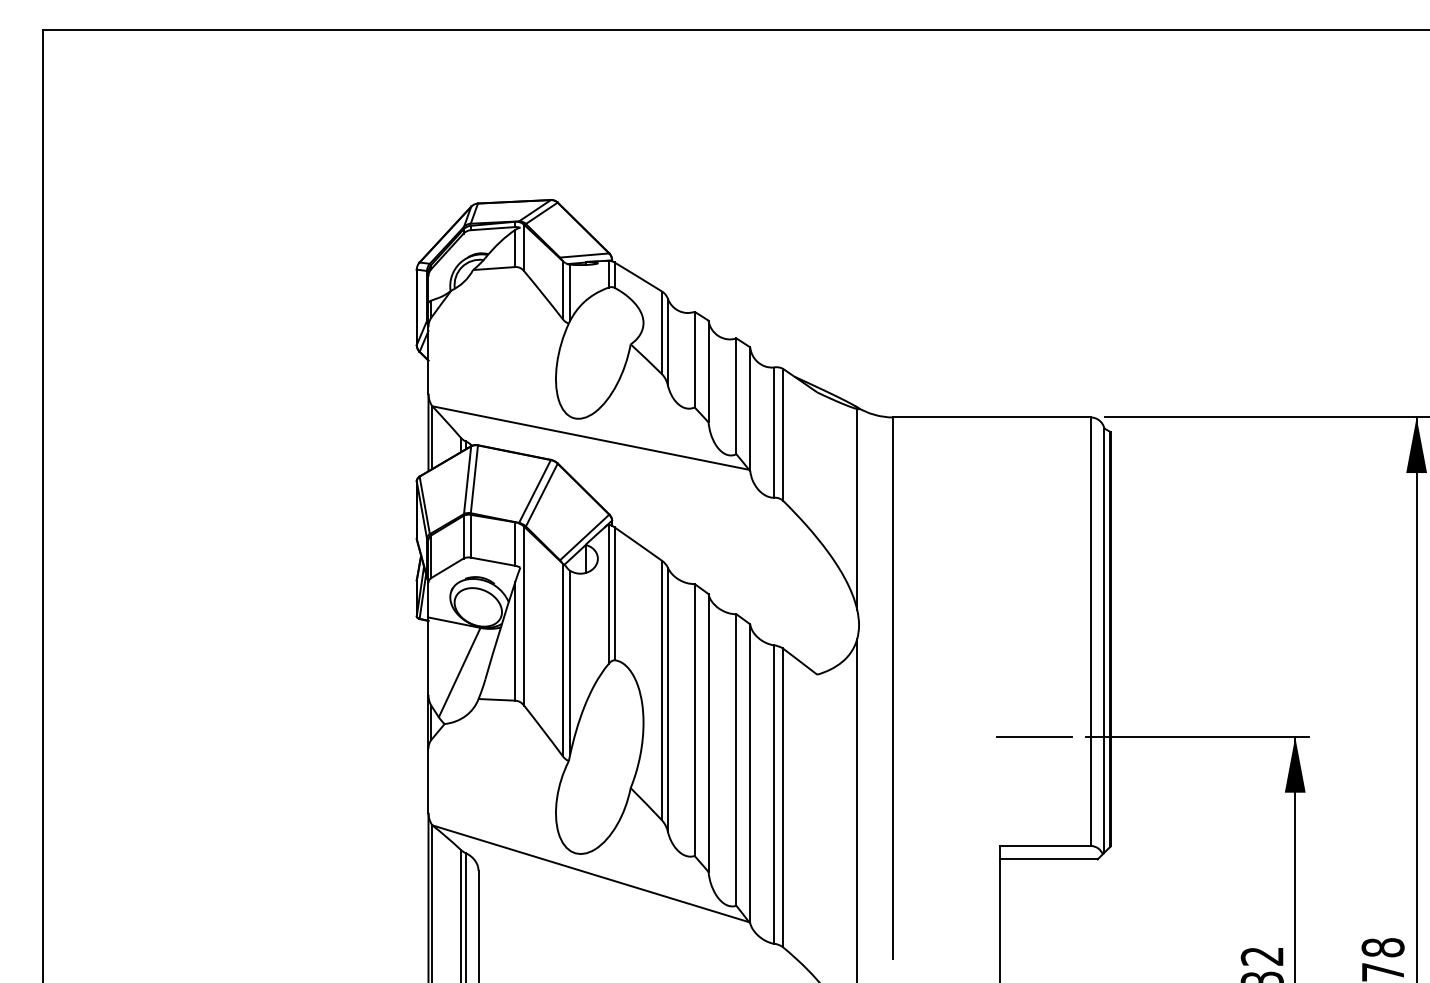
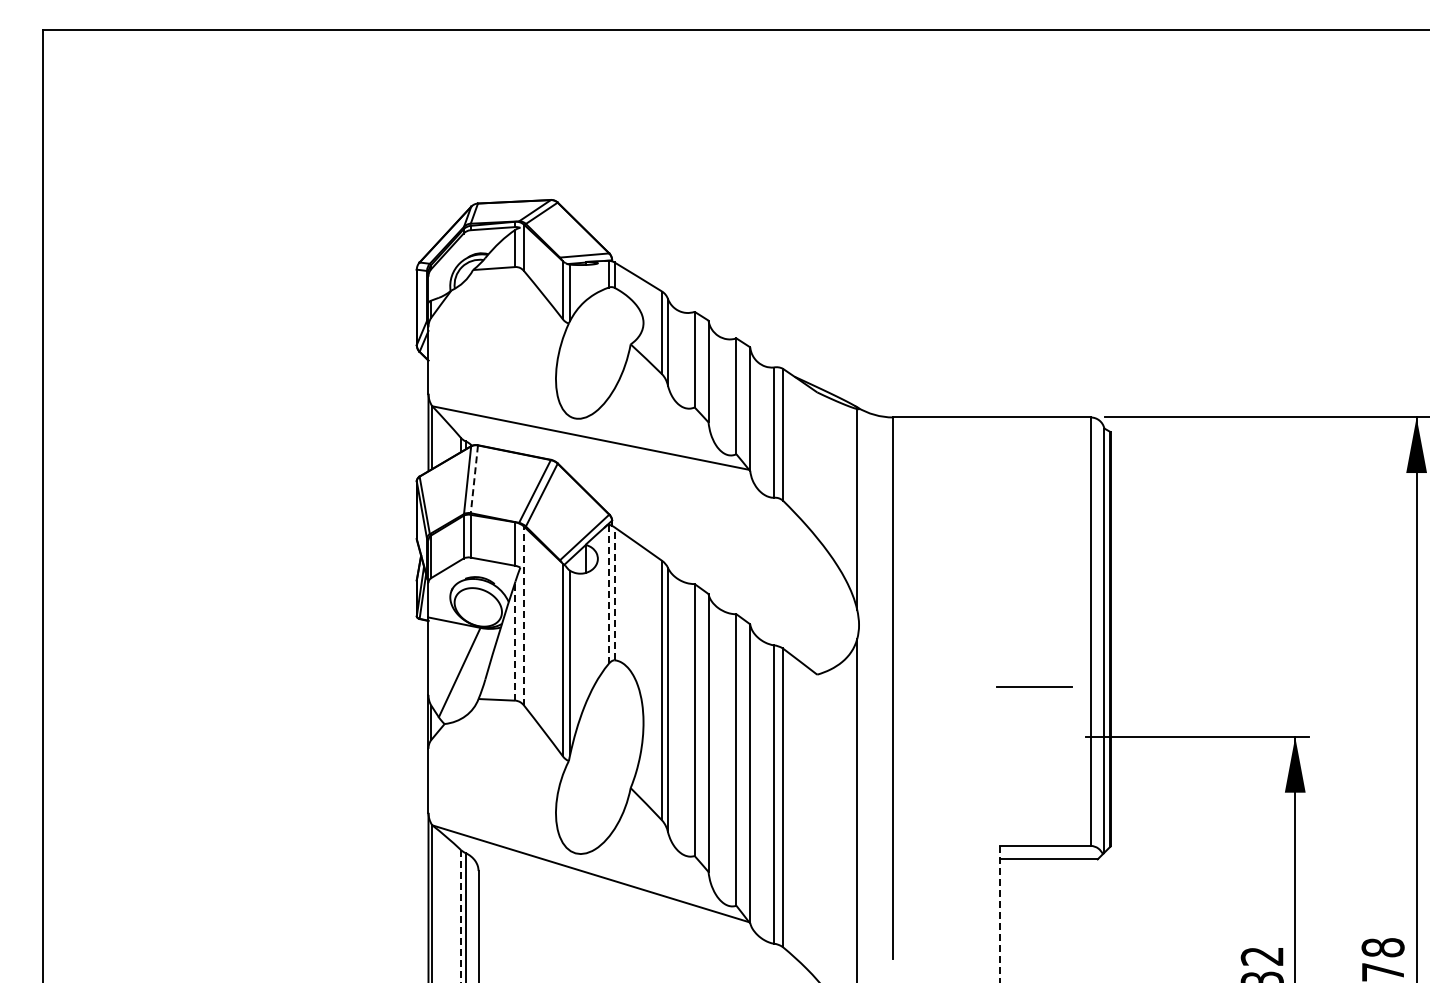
line at (474, 479): solid -> dashed
line at (614, 593): solid -> dashed
line at (608, 594): solid -> dashed
line at (524, 615): solid -> dashed
line at (515, 641): solid -> dashed
line at (1034, 736) position: (1034, 736) -> (1034, 686)
line at (999, 914): solid -> dashed
line at (460, 916): solid -> dashed
